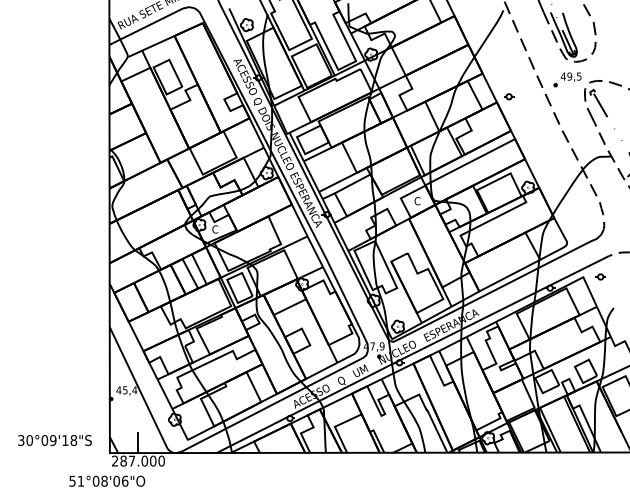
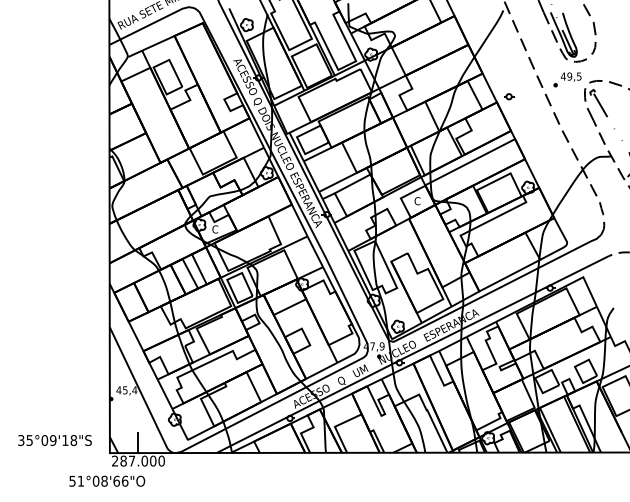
part at (600, 276): present -> none
text at (29, 440): 30°09'18"S -> 35°09'18"S
text at (116, 480): 51°08'06"O -> 51°08'66"O
